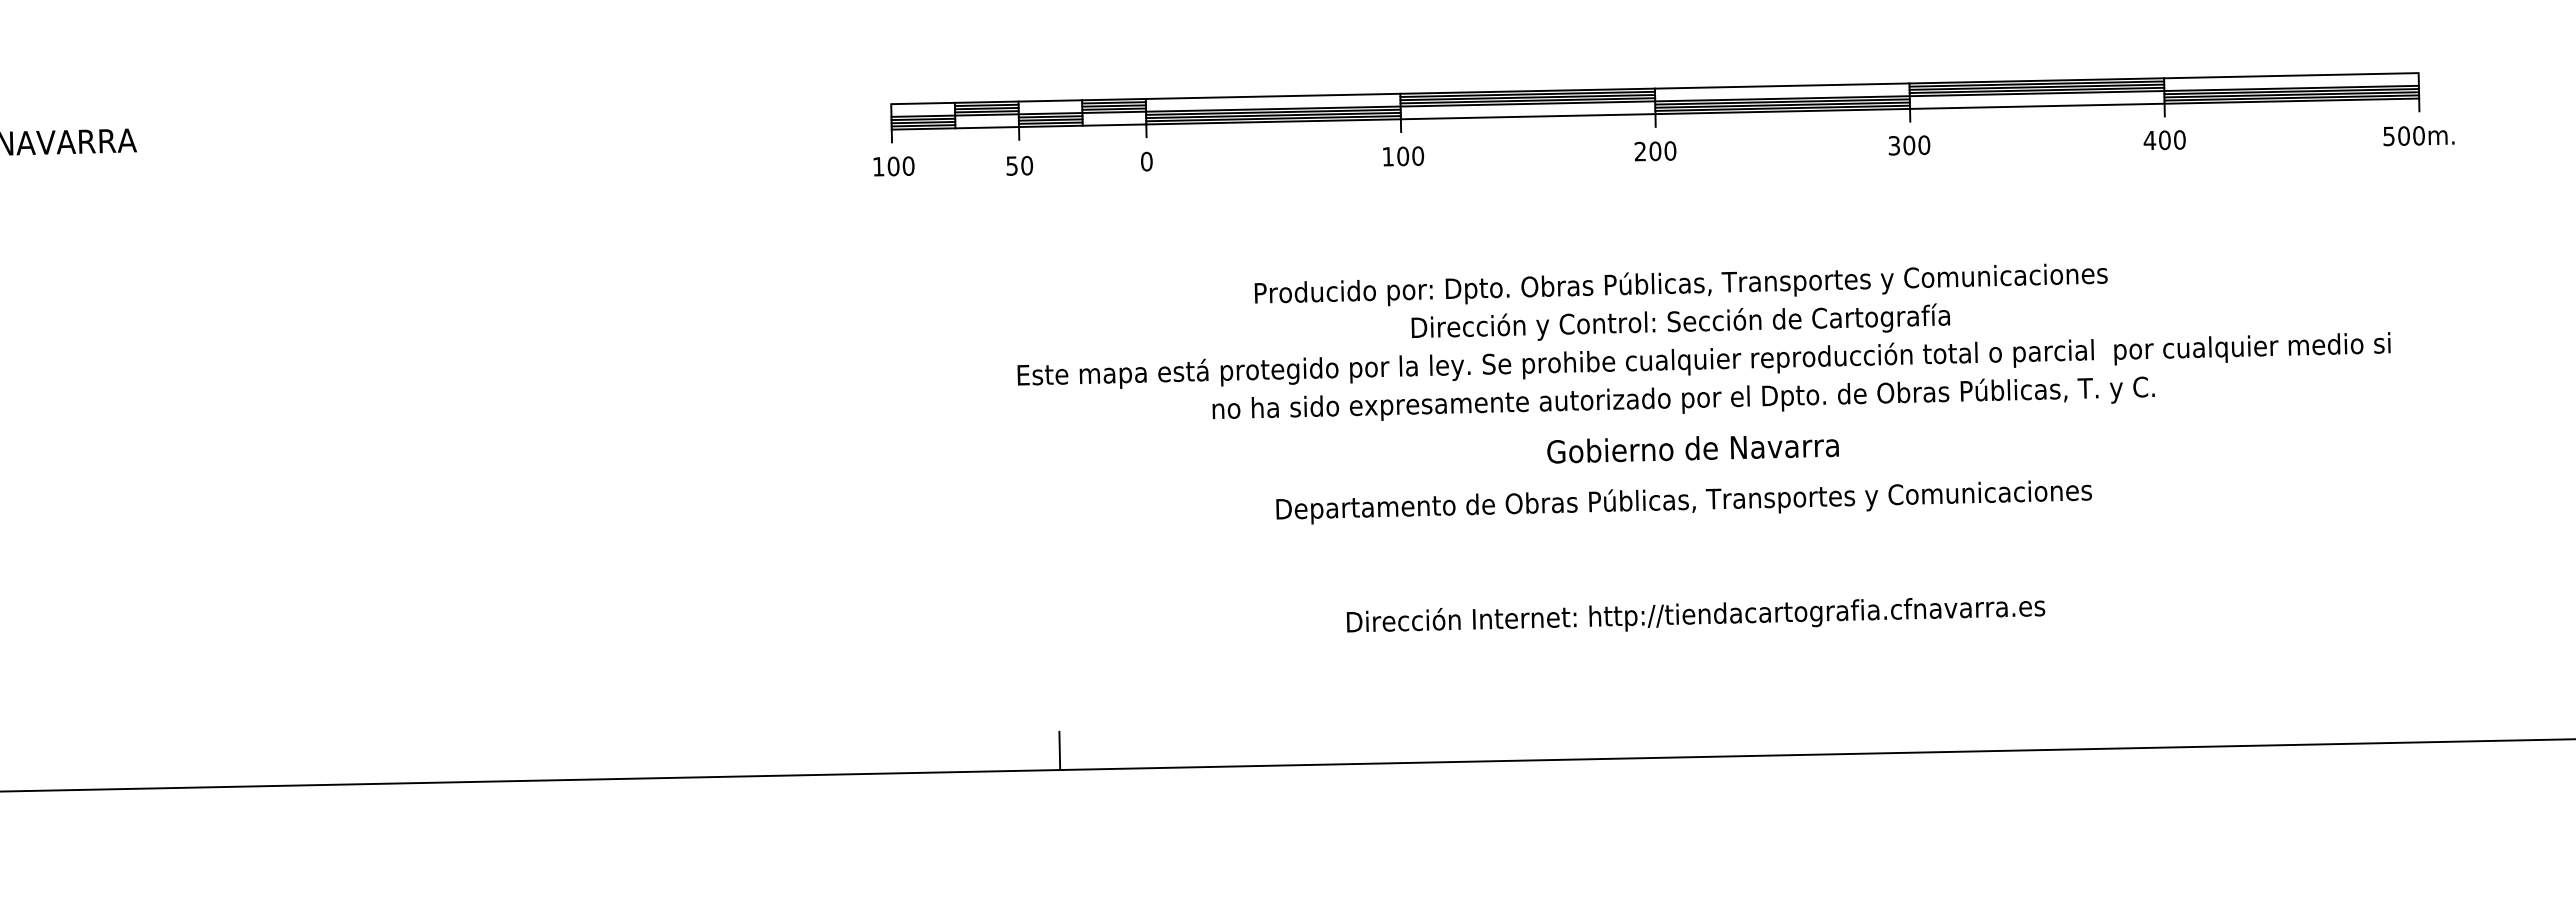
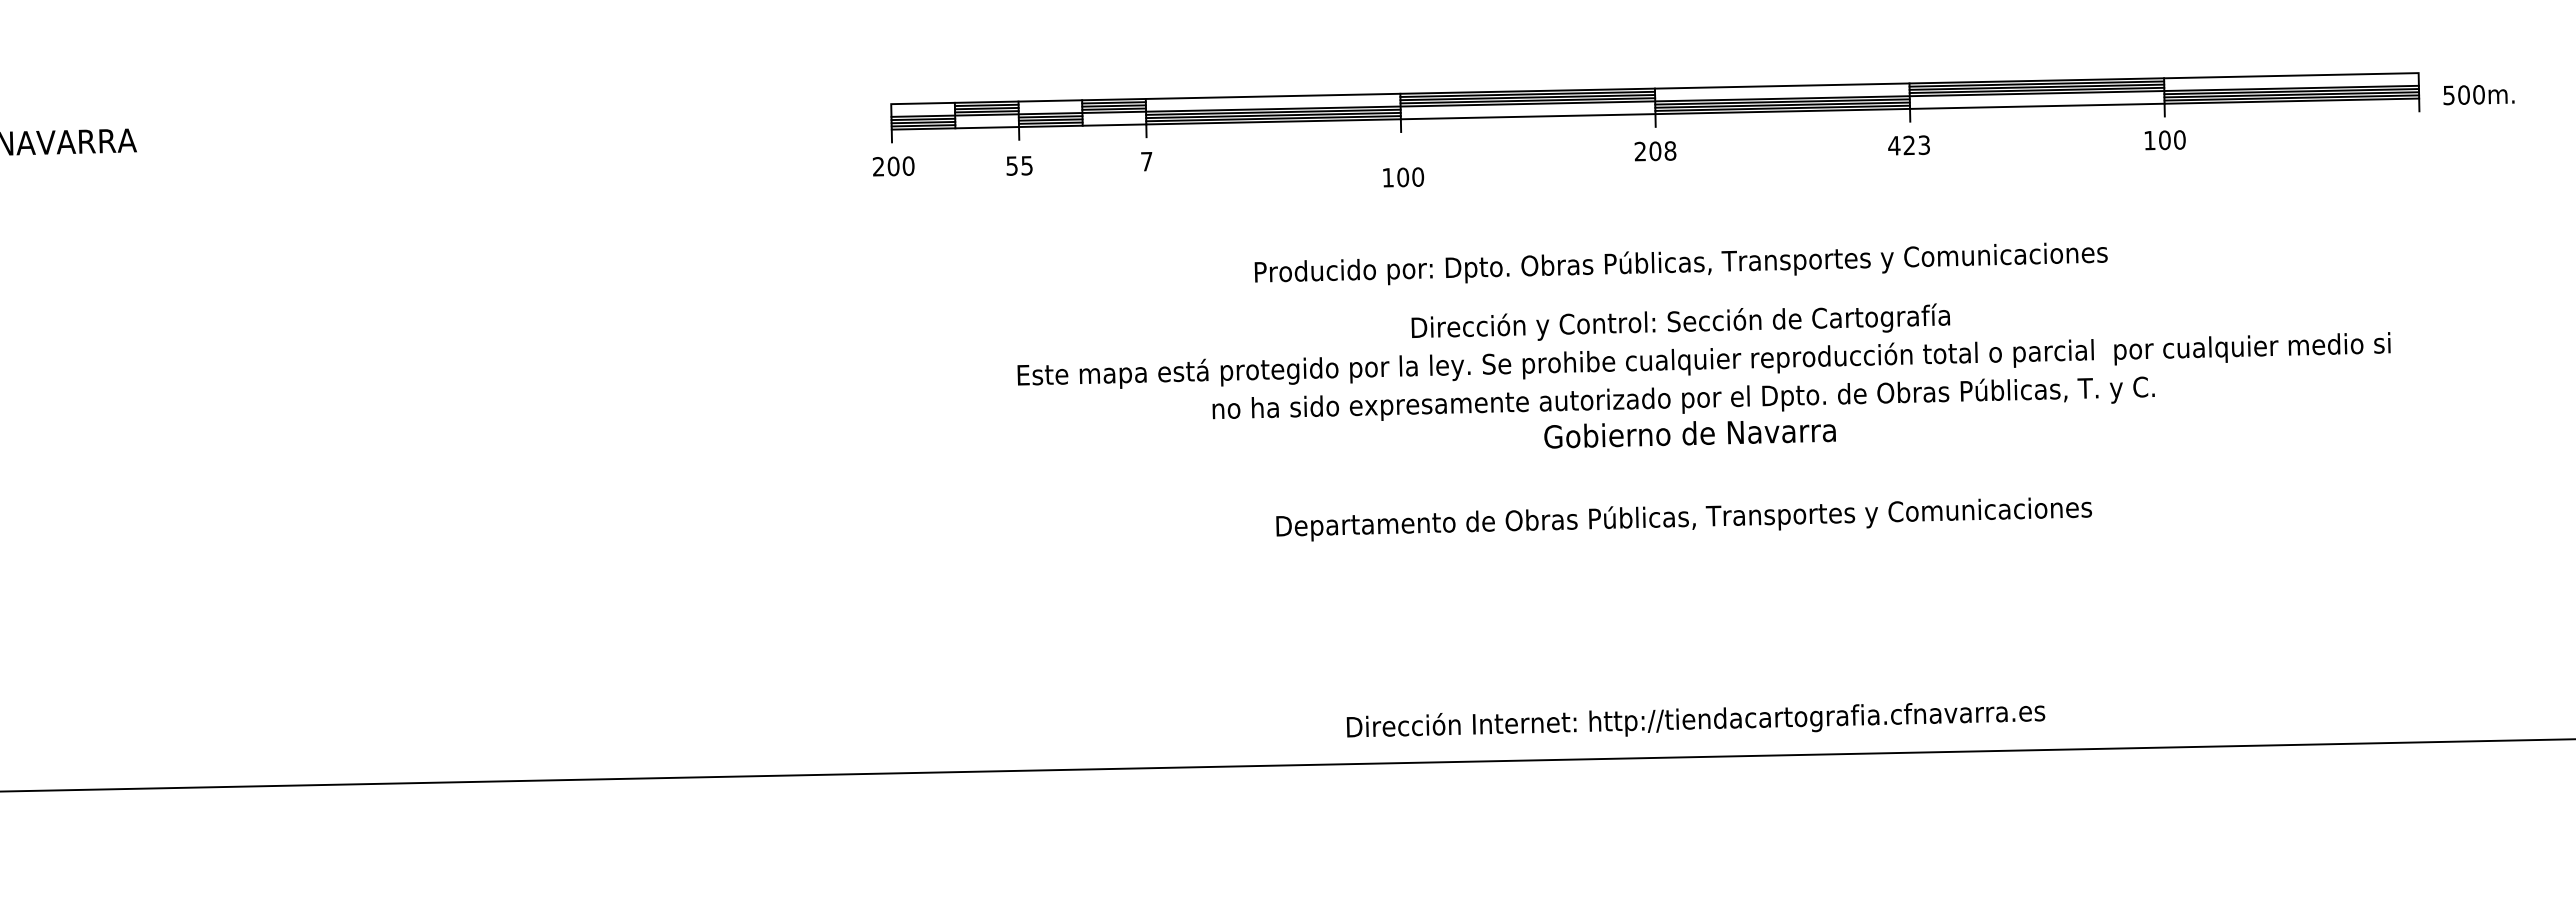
text at (2418, 136) position: (2418, 136) -> (2478, 95)
text at (2149, 140): 400 -> 100
text at (1909, 145): 300 -> 423
text at (1670, 150): 200 -> 208
text at (1403, 156) position: (1403, 156) -> (1403, 177)
text at (1146, 161): 0 -> 7
text at (1027, 165): 50 -> 55
text at (878, 166): 100 -> 200
text at (1680, 284) position: (1680, 284) -> (1680, 263)
text at (1692, 449) position: (1692, 449) -> (1689, 434)
text at (1683, 502) position: (1683, 502) -> (1683, 519)
text at (1695, 615) position: (1695, 615) -> (1695, 720)
line at (1059, 750): present -> none
